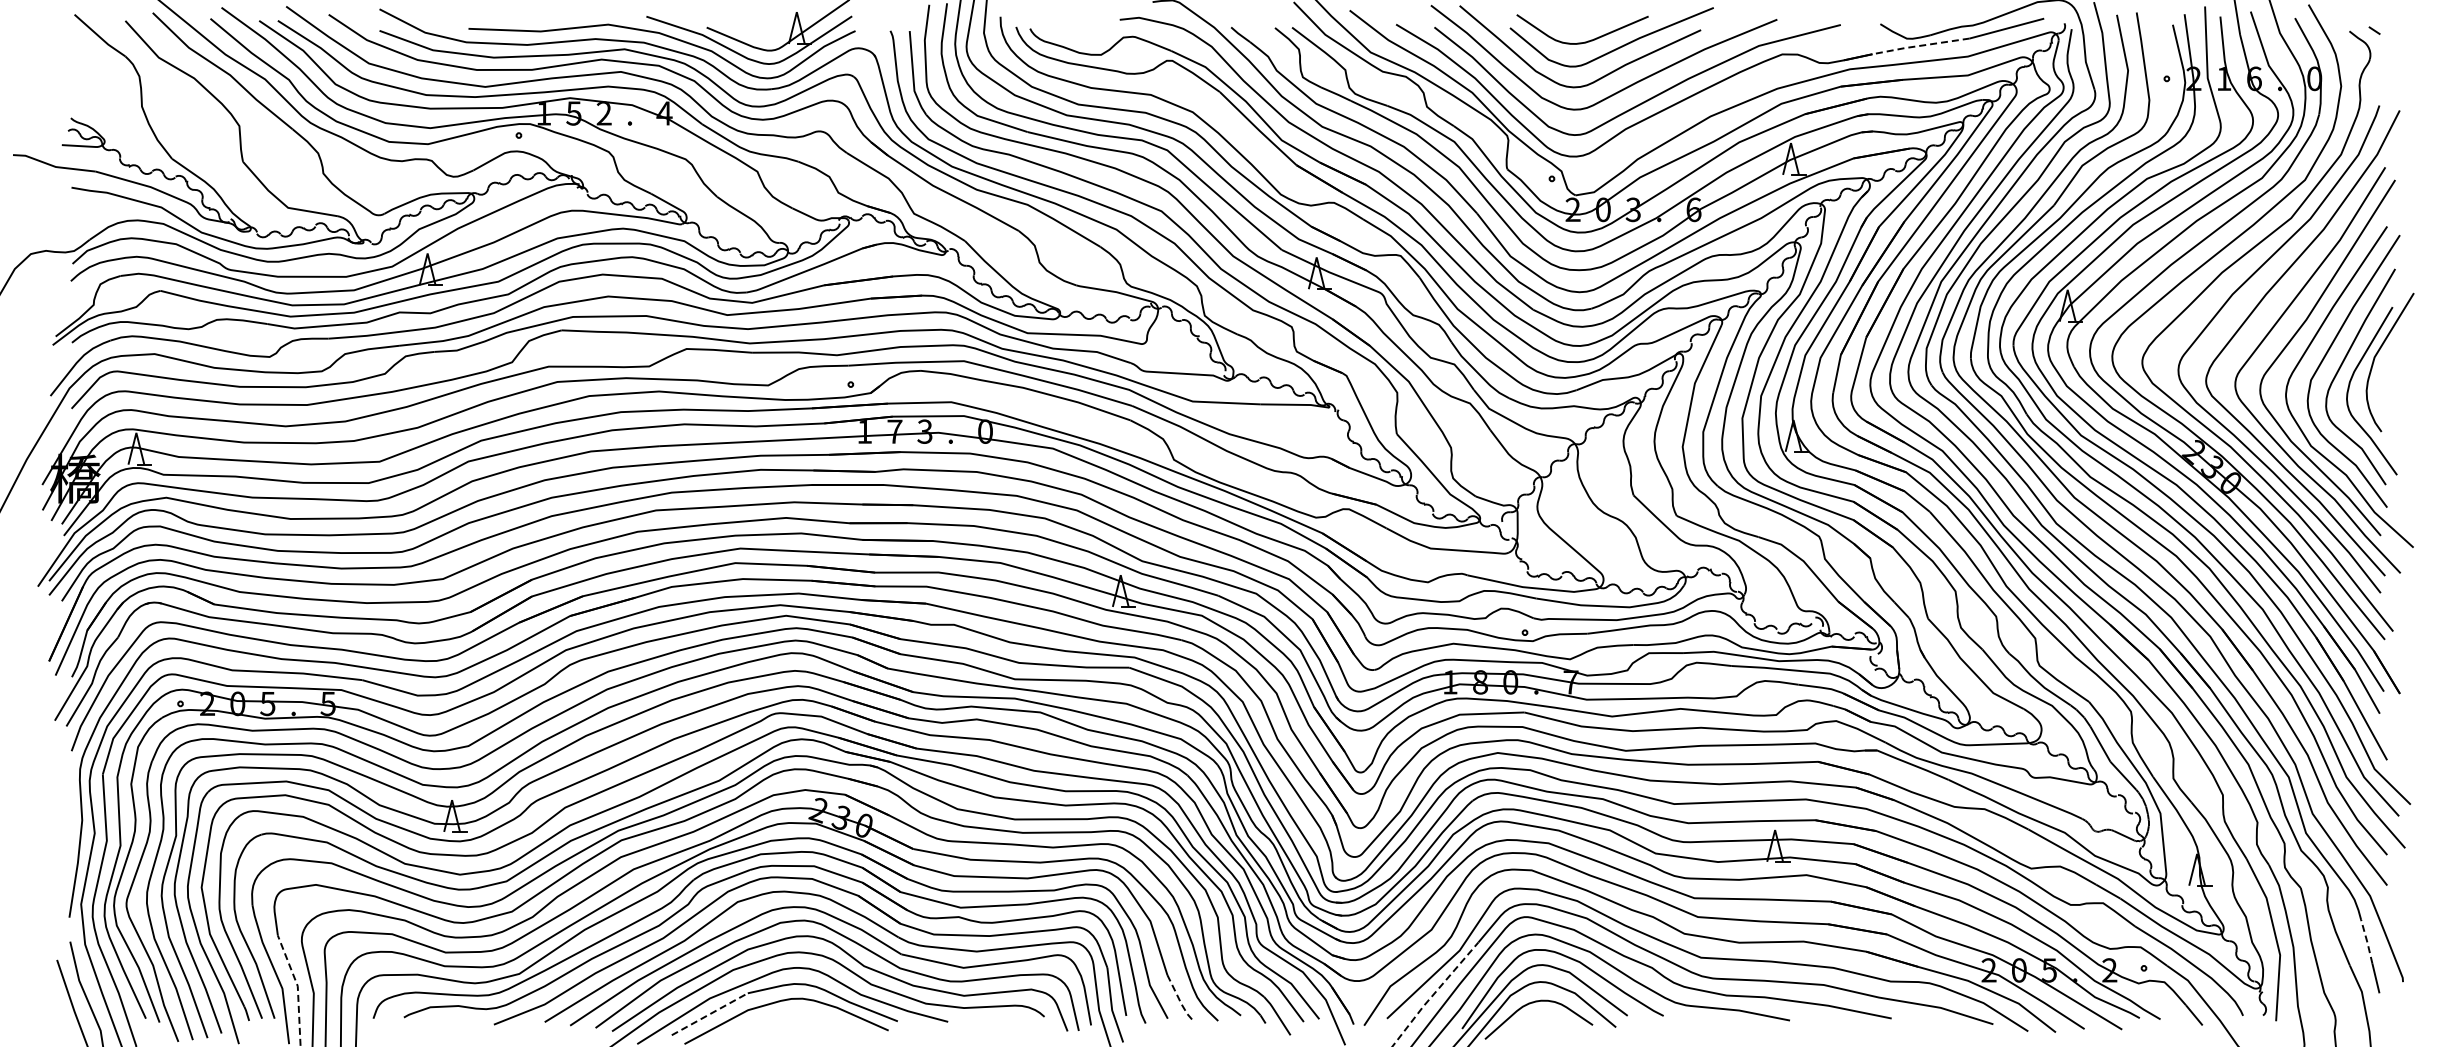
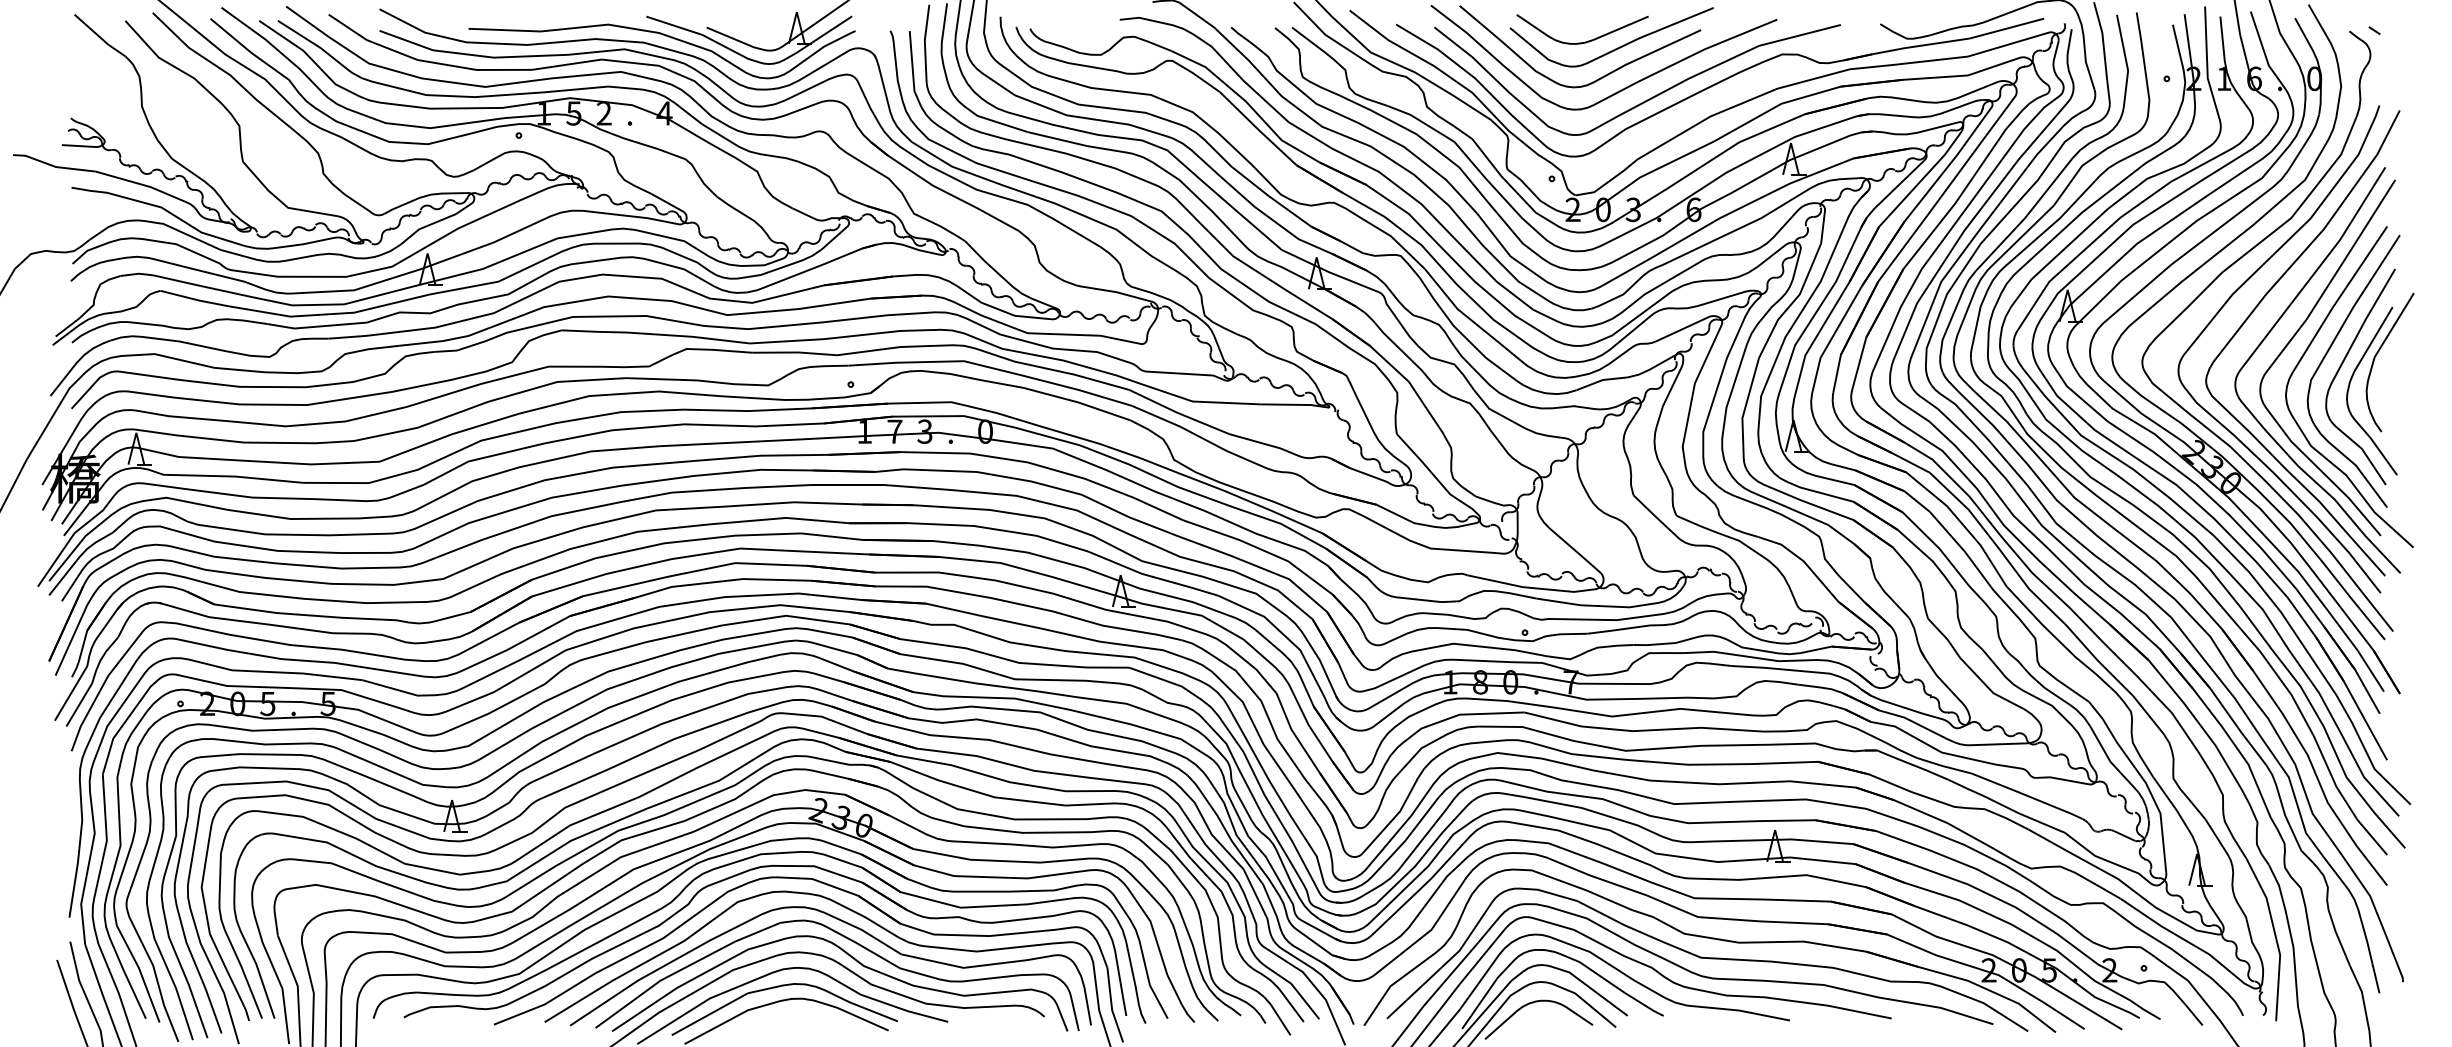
line at (1920, 45): dashed -> solid
line at (2367, 941): dashed -> solid
line at (297, 988): dashed -> solid
line at (1434, 993): dashed -> solid
line at (1180, 1001): dashed -> solid
line at (710, 1014): dashed -> solid
